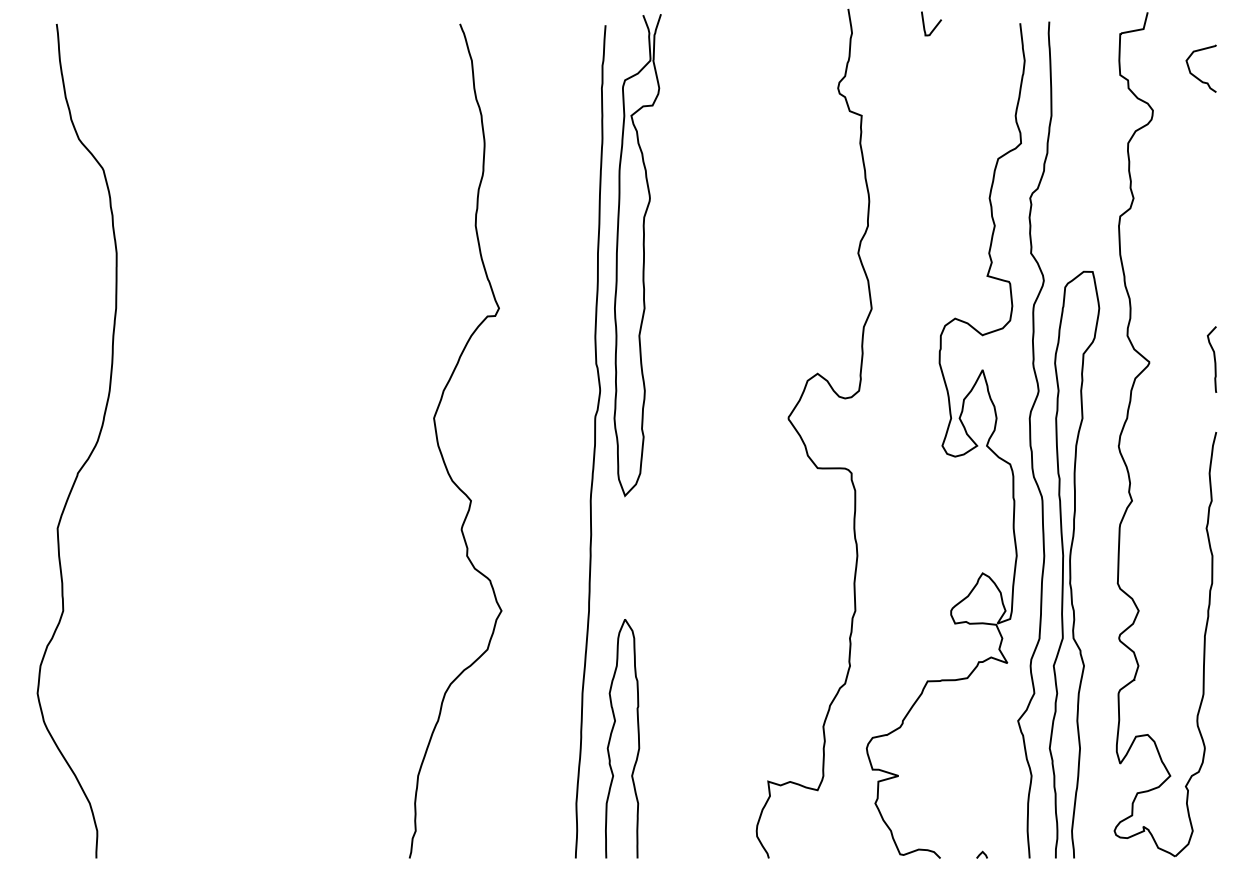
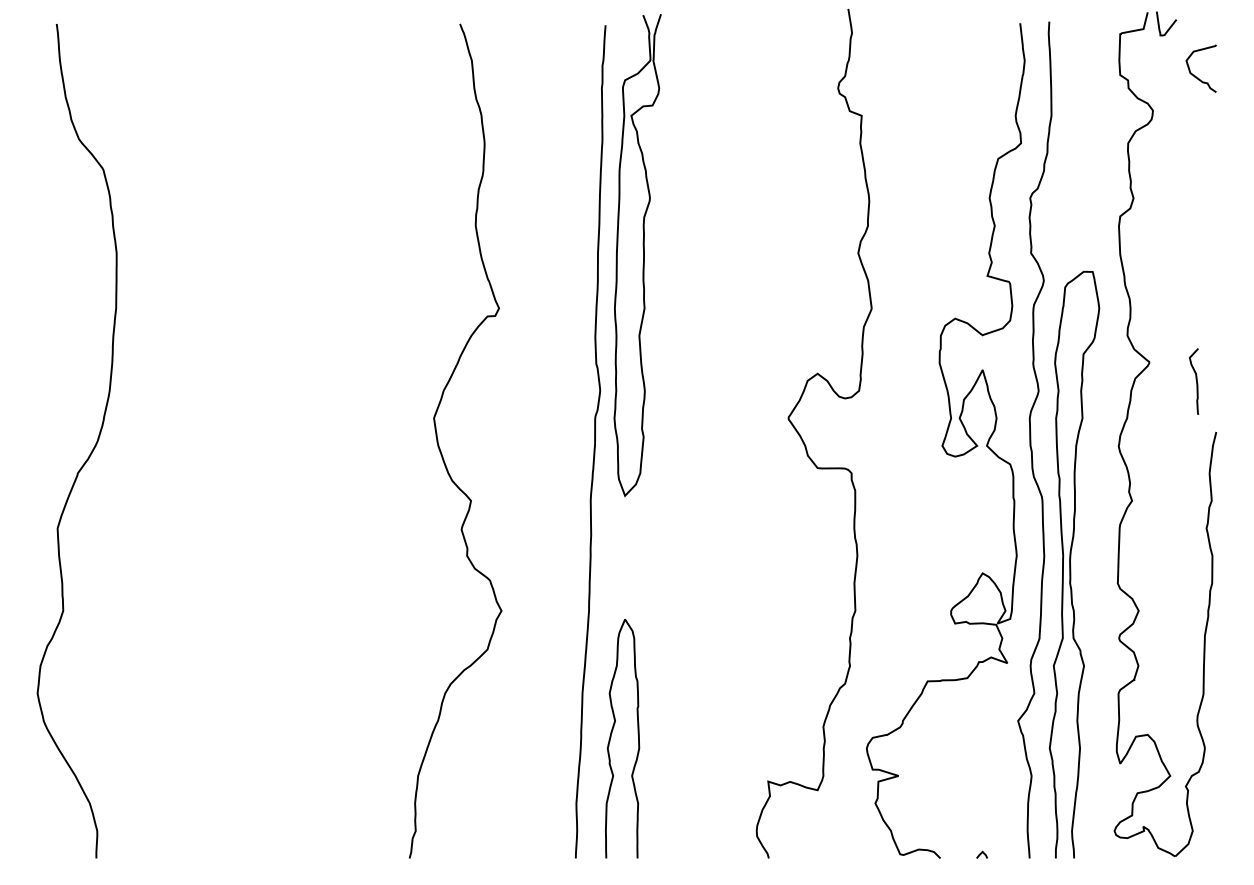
curve at (935, 25) position: (935, 25) -> (1170, 25)
curve at (1214, 359) position: (1214, 359) -> (1196, 381)
